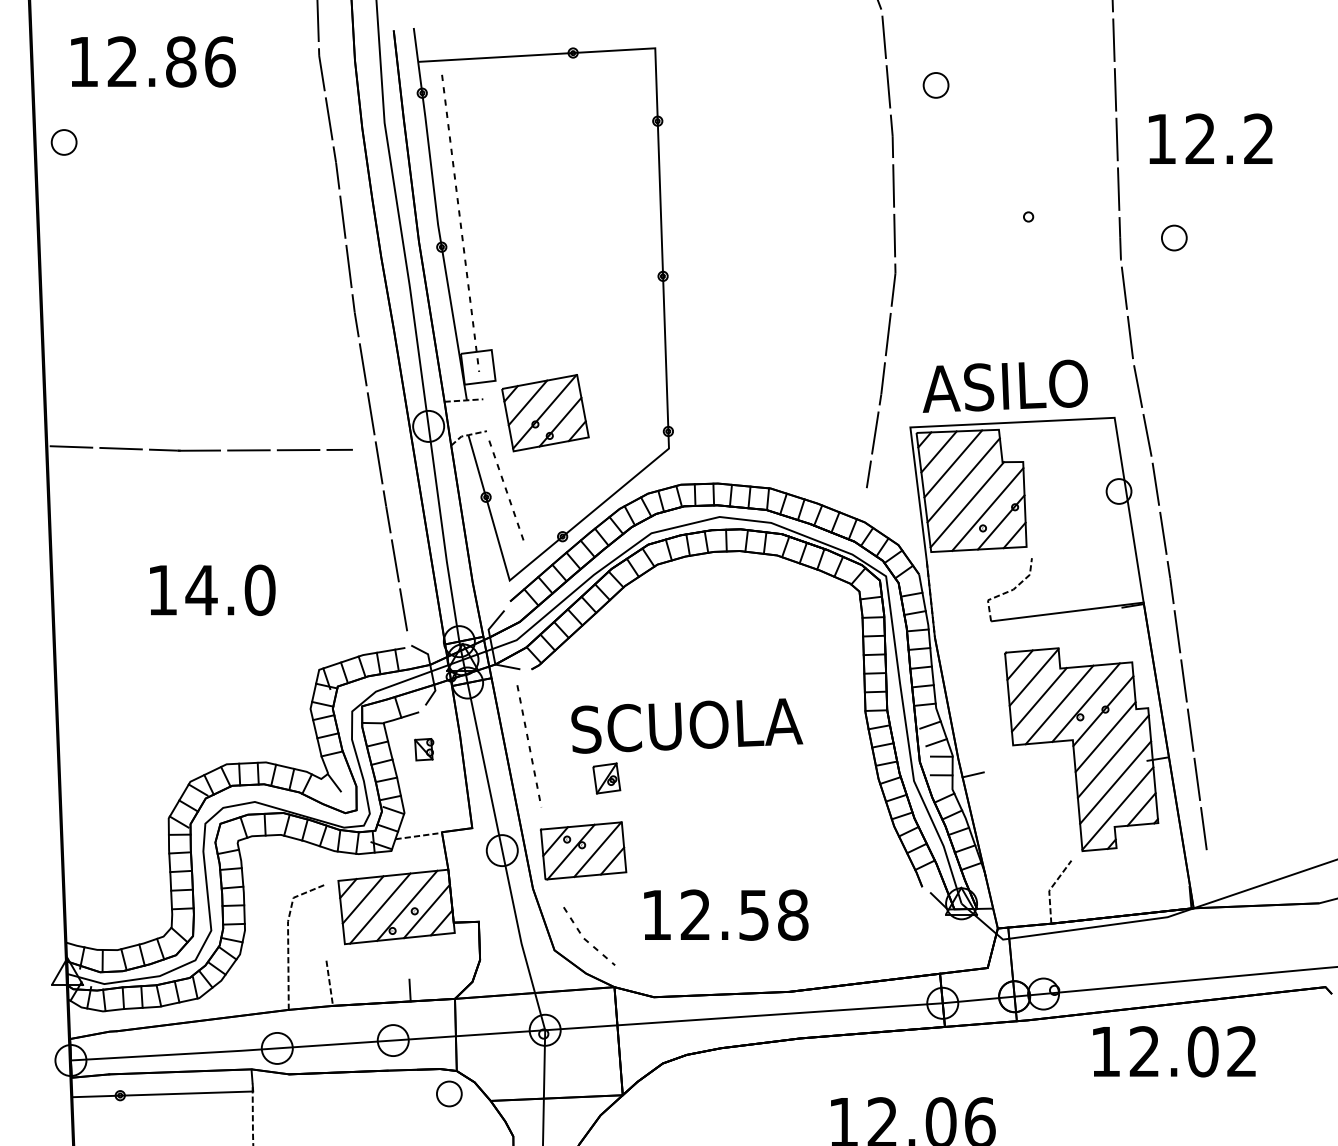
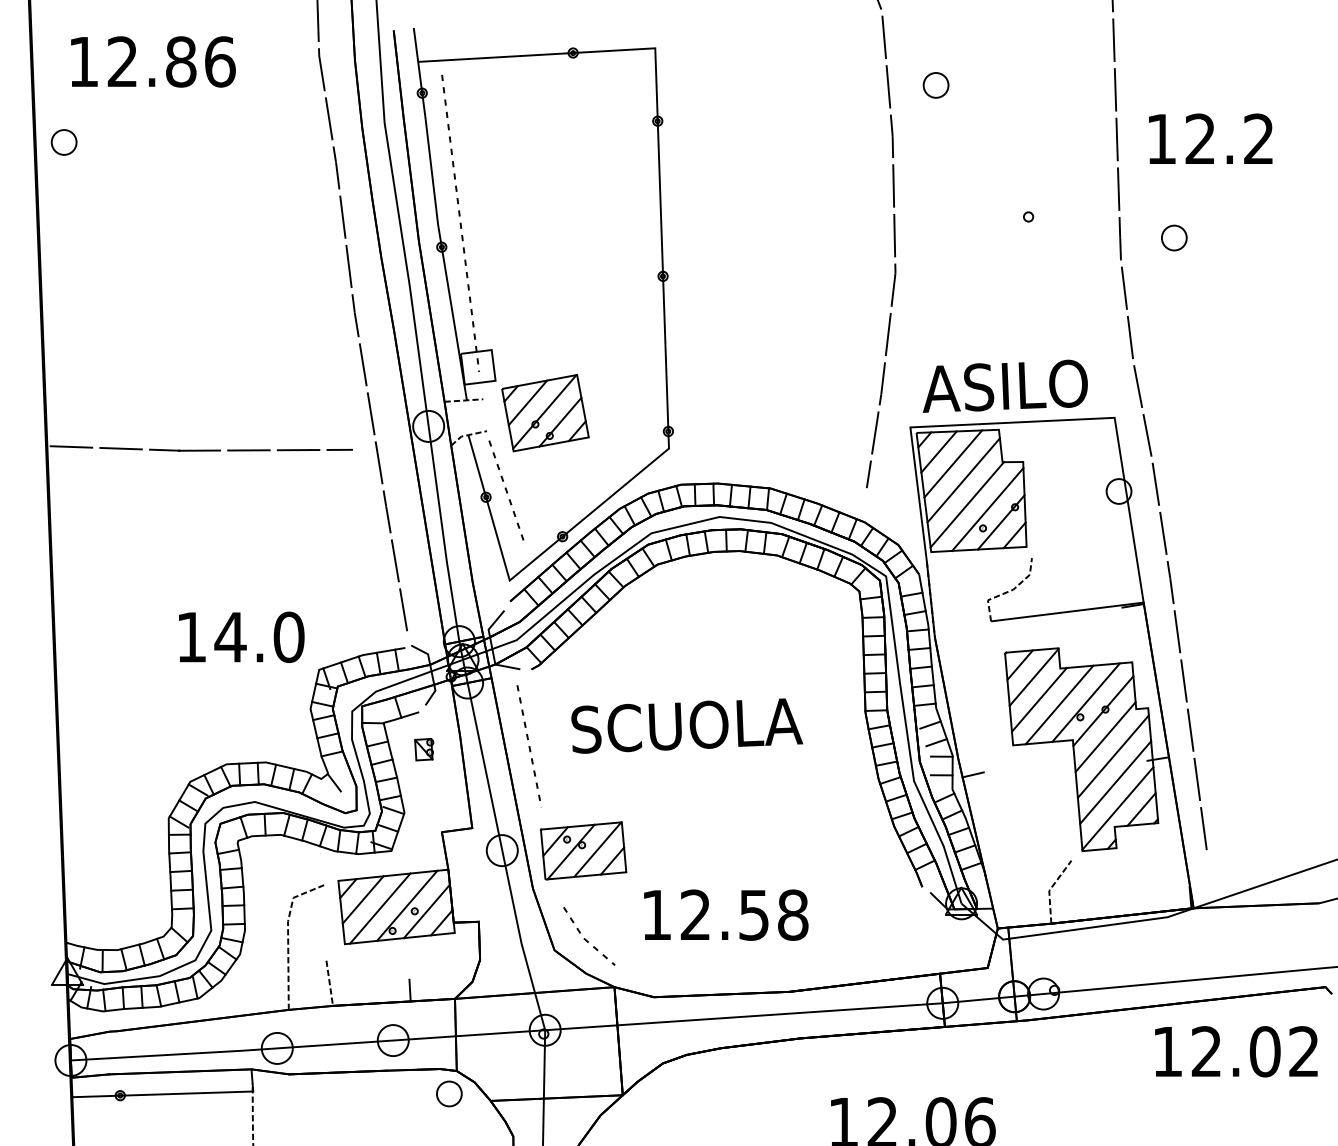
text at (212, 589) position: (212, 589) -> (241, 636)
part at (606, 778): present -> none
line at (416, 836): present -> none
text at (1174, 1051) position: (1174, 1051) -> (1236, 1051)
